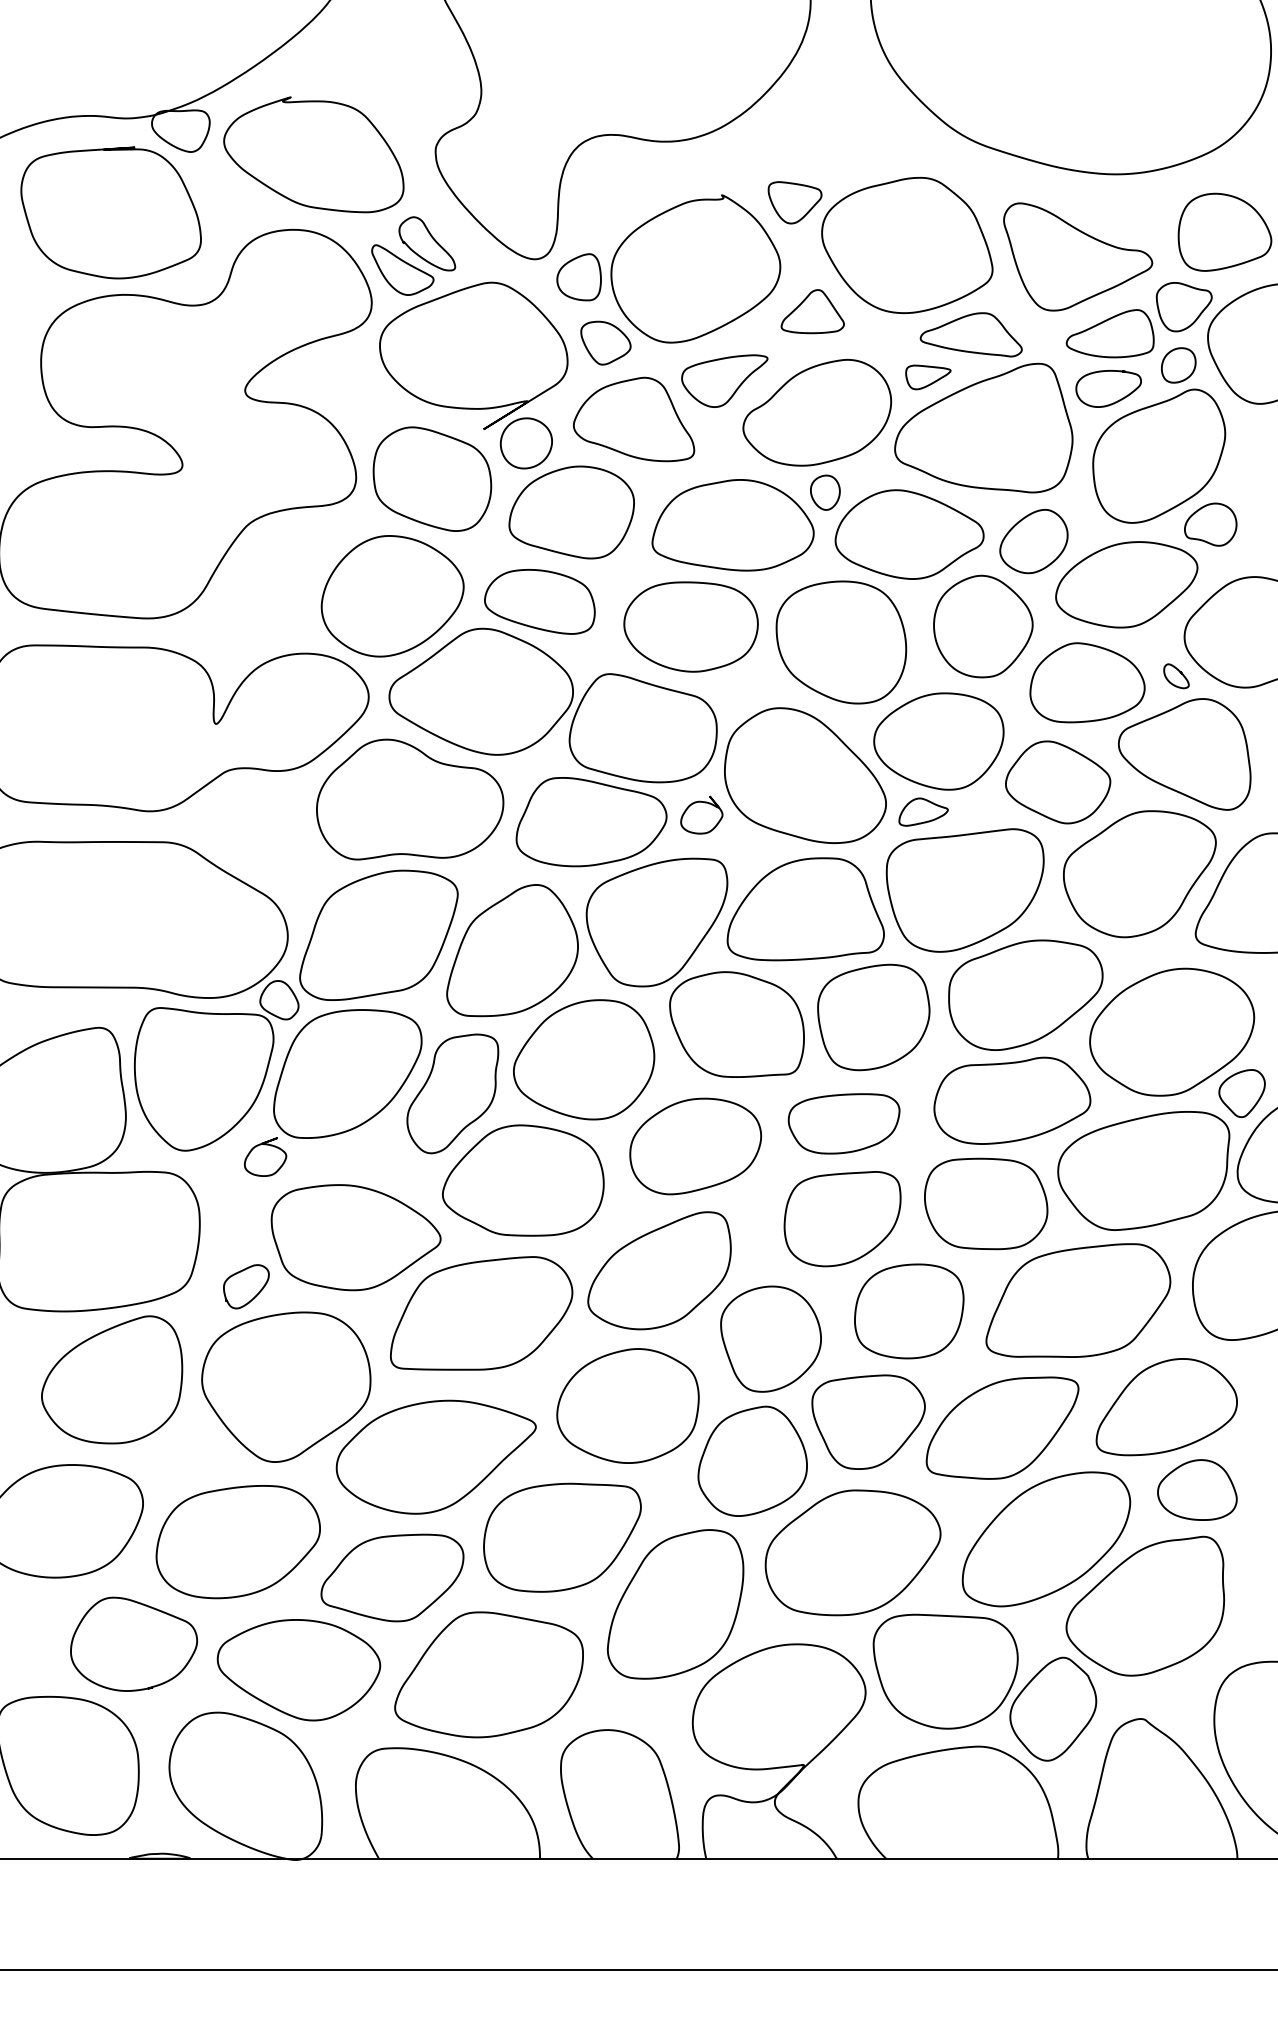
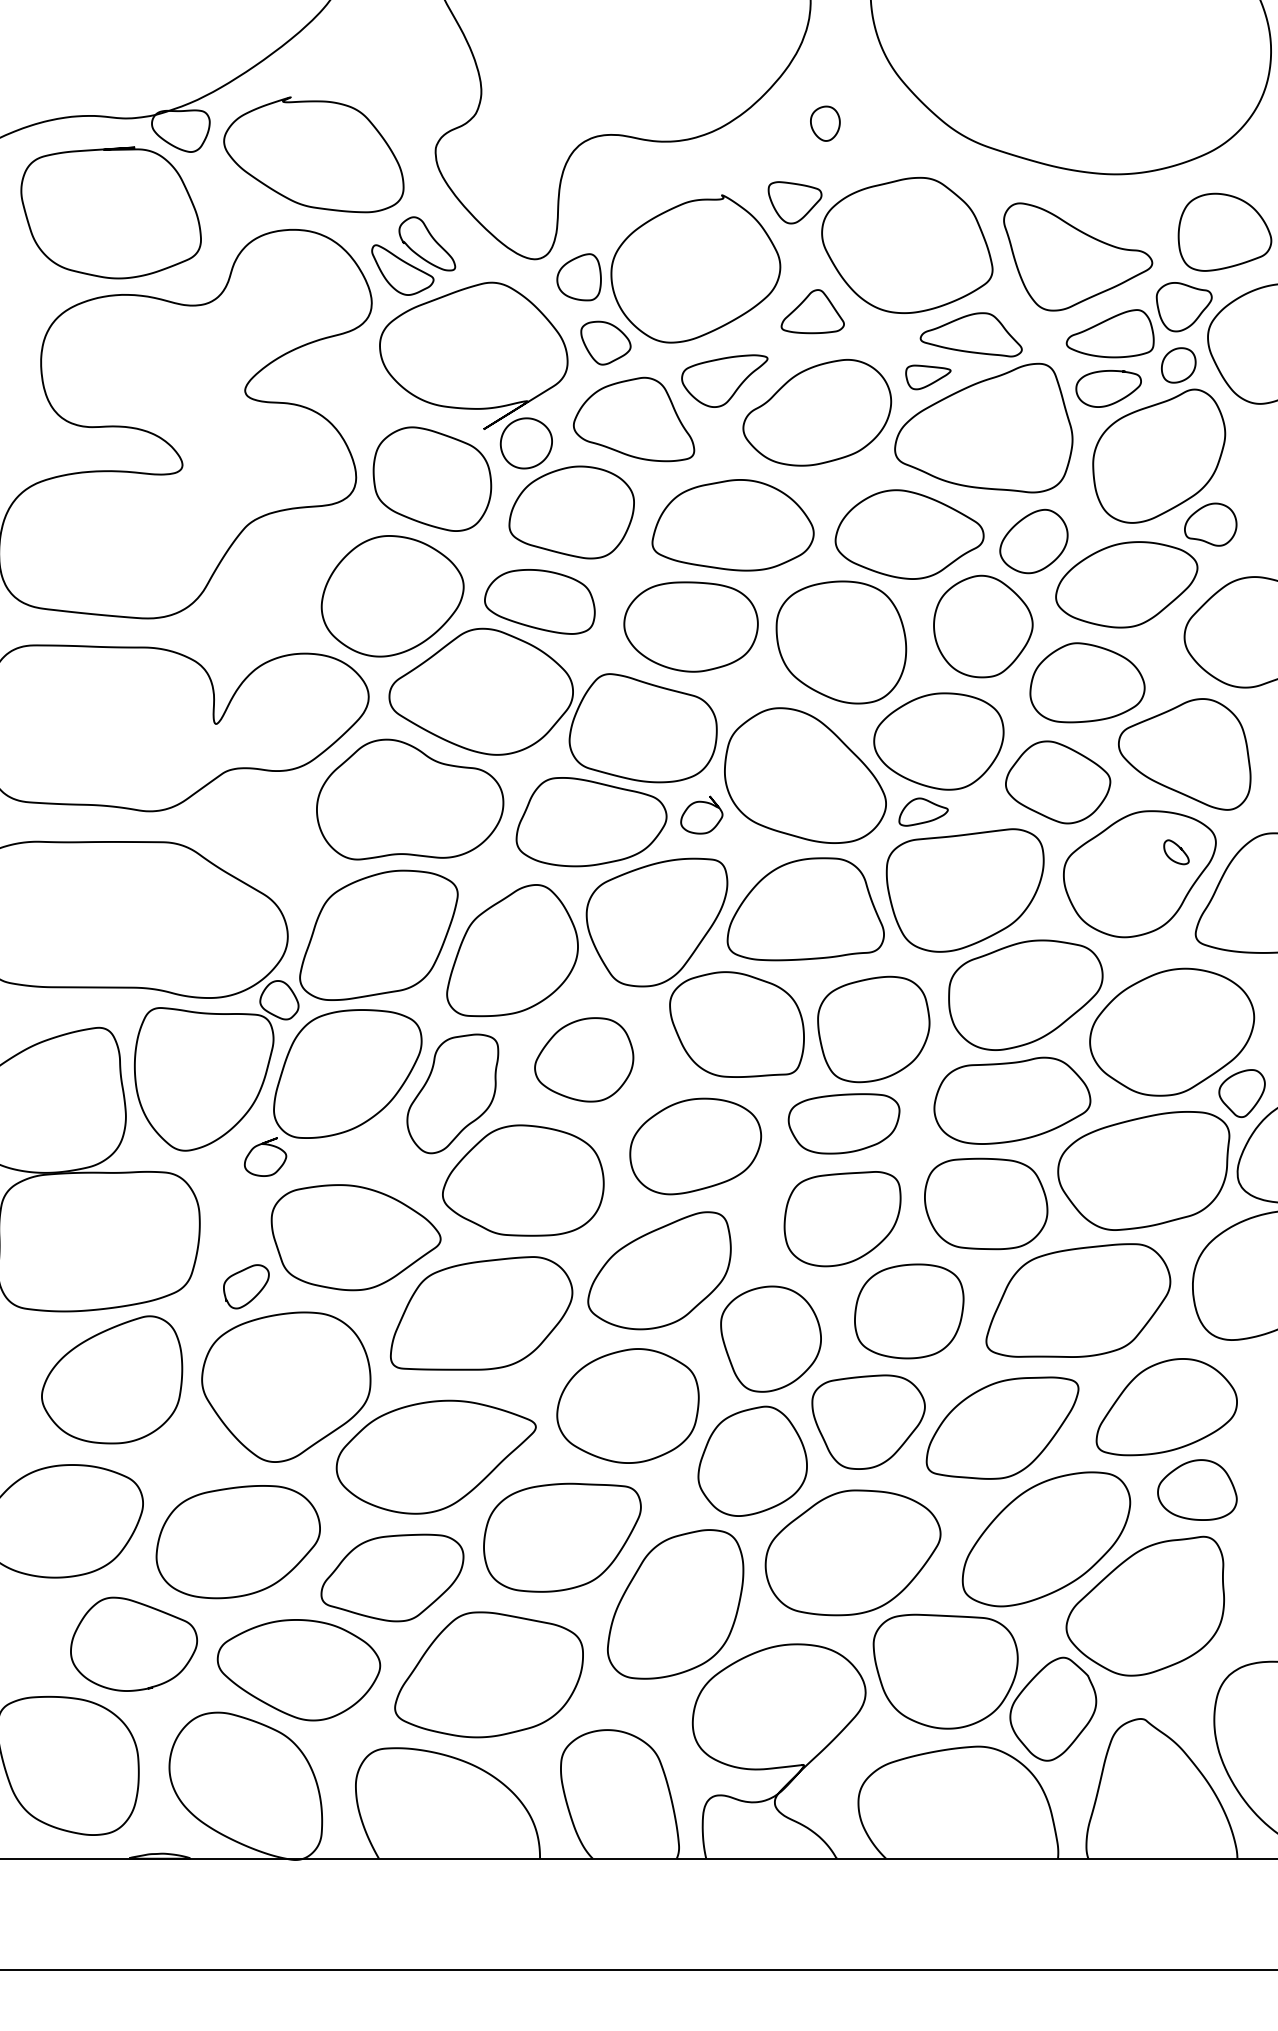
part at (825, 492) position: (825, 492) -> (825, 123)
part at (1176, 676) position: (1176, 676) -> (1176, 852)
part at (873, 1017) position: (873, 1017) -> (873, 1029)
part at (584, 1059) size: 143x122 px -> 101x86 px
